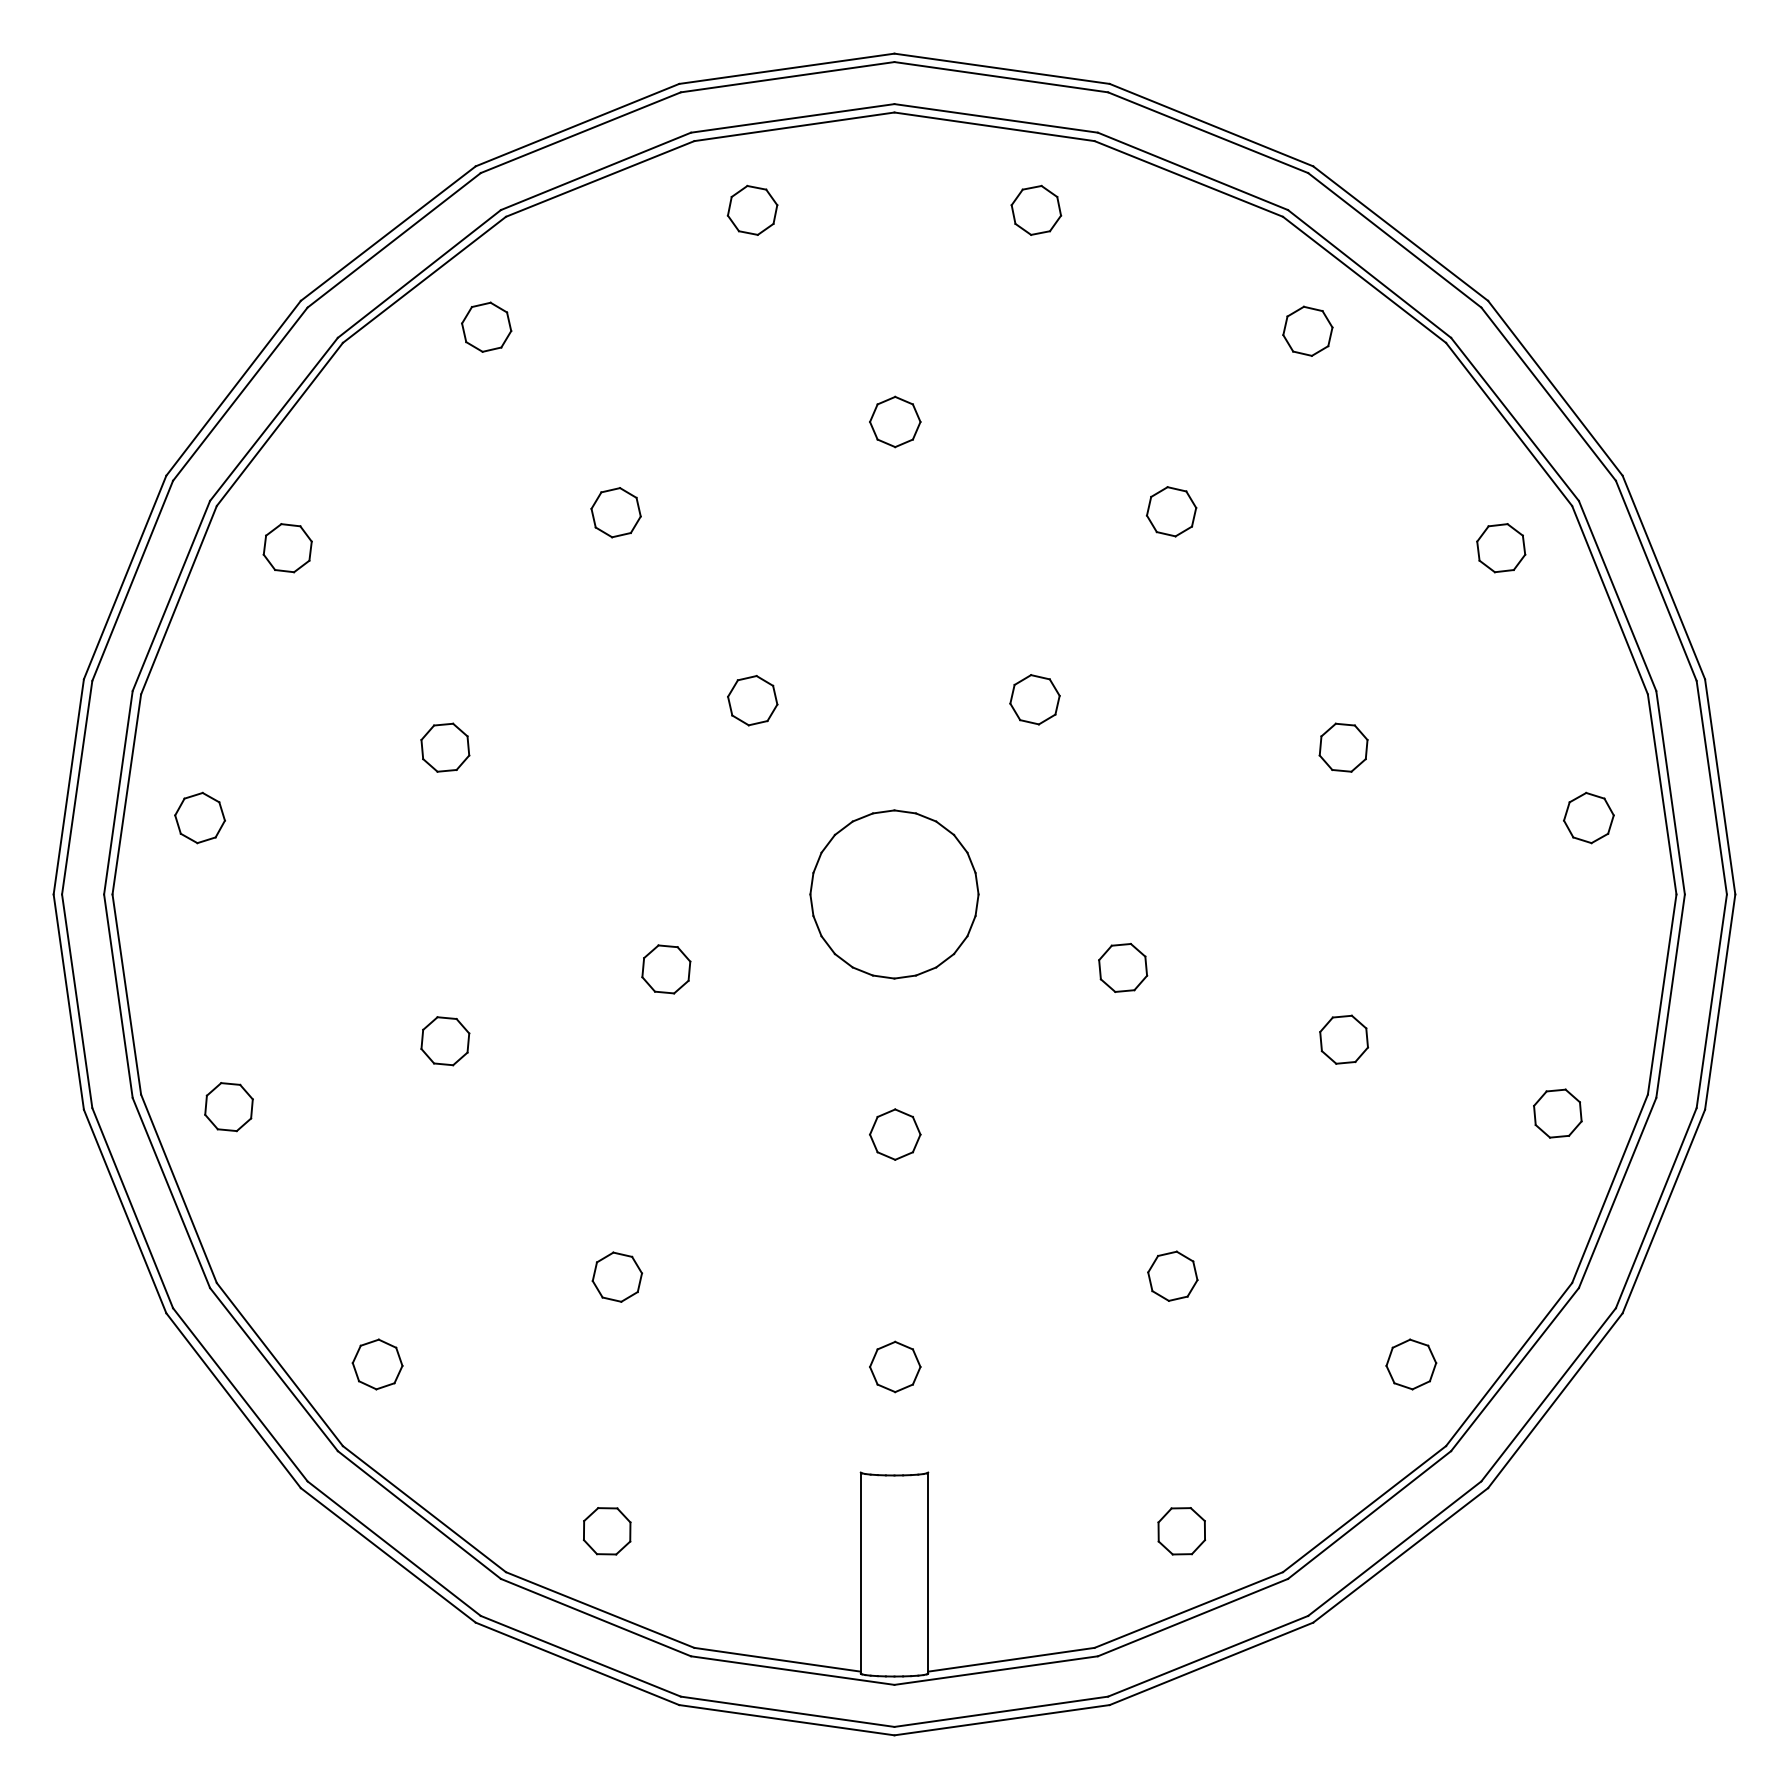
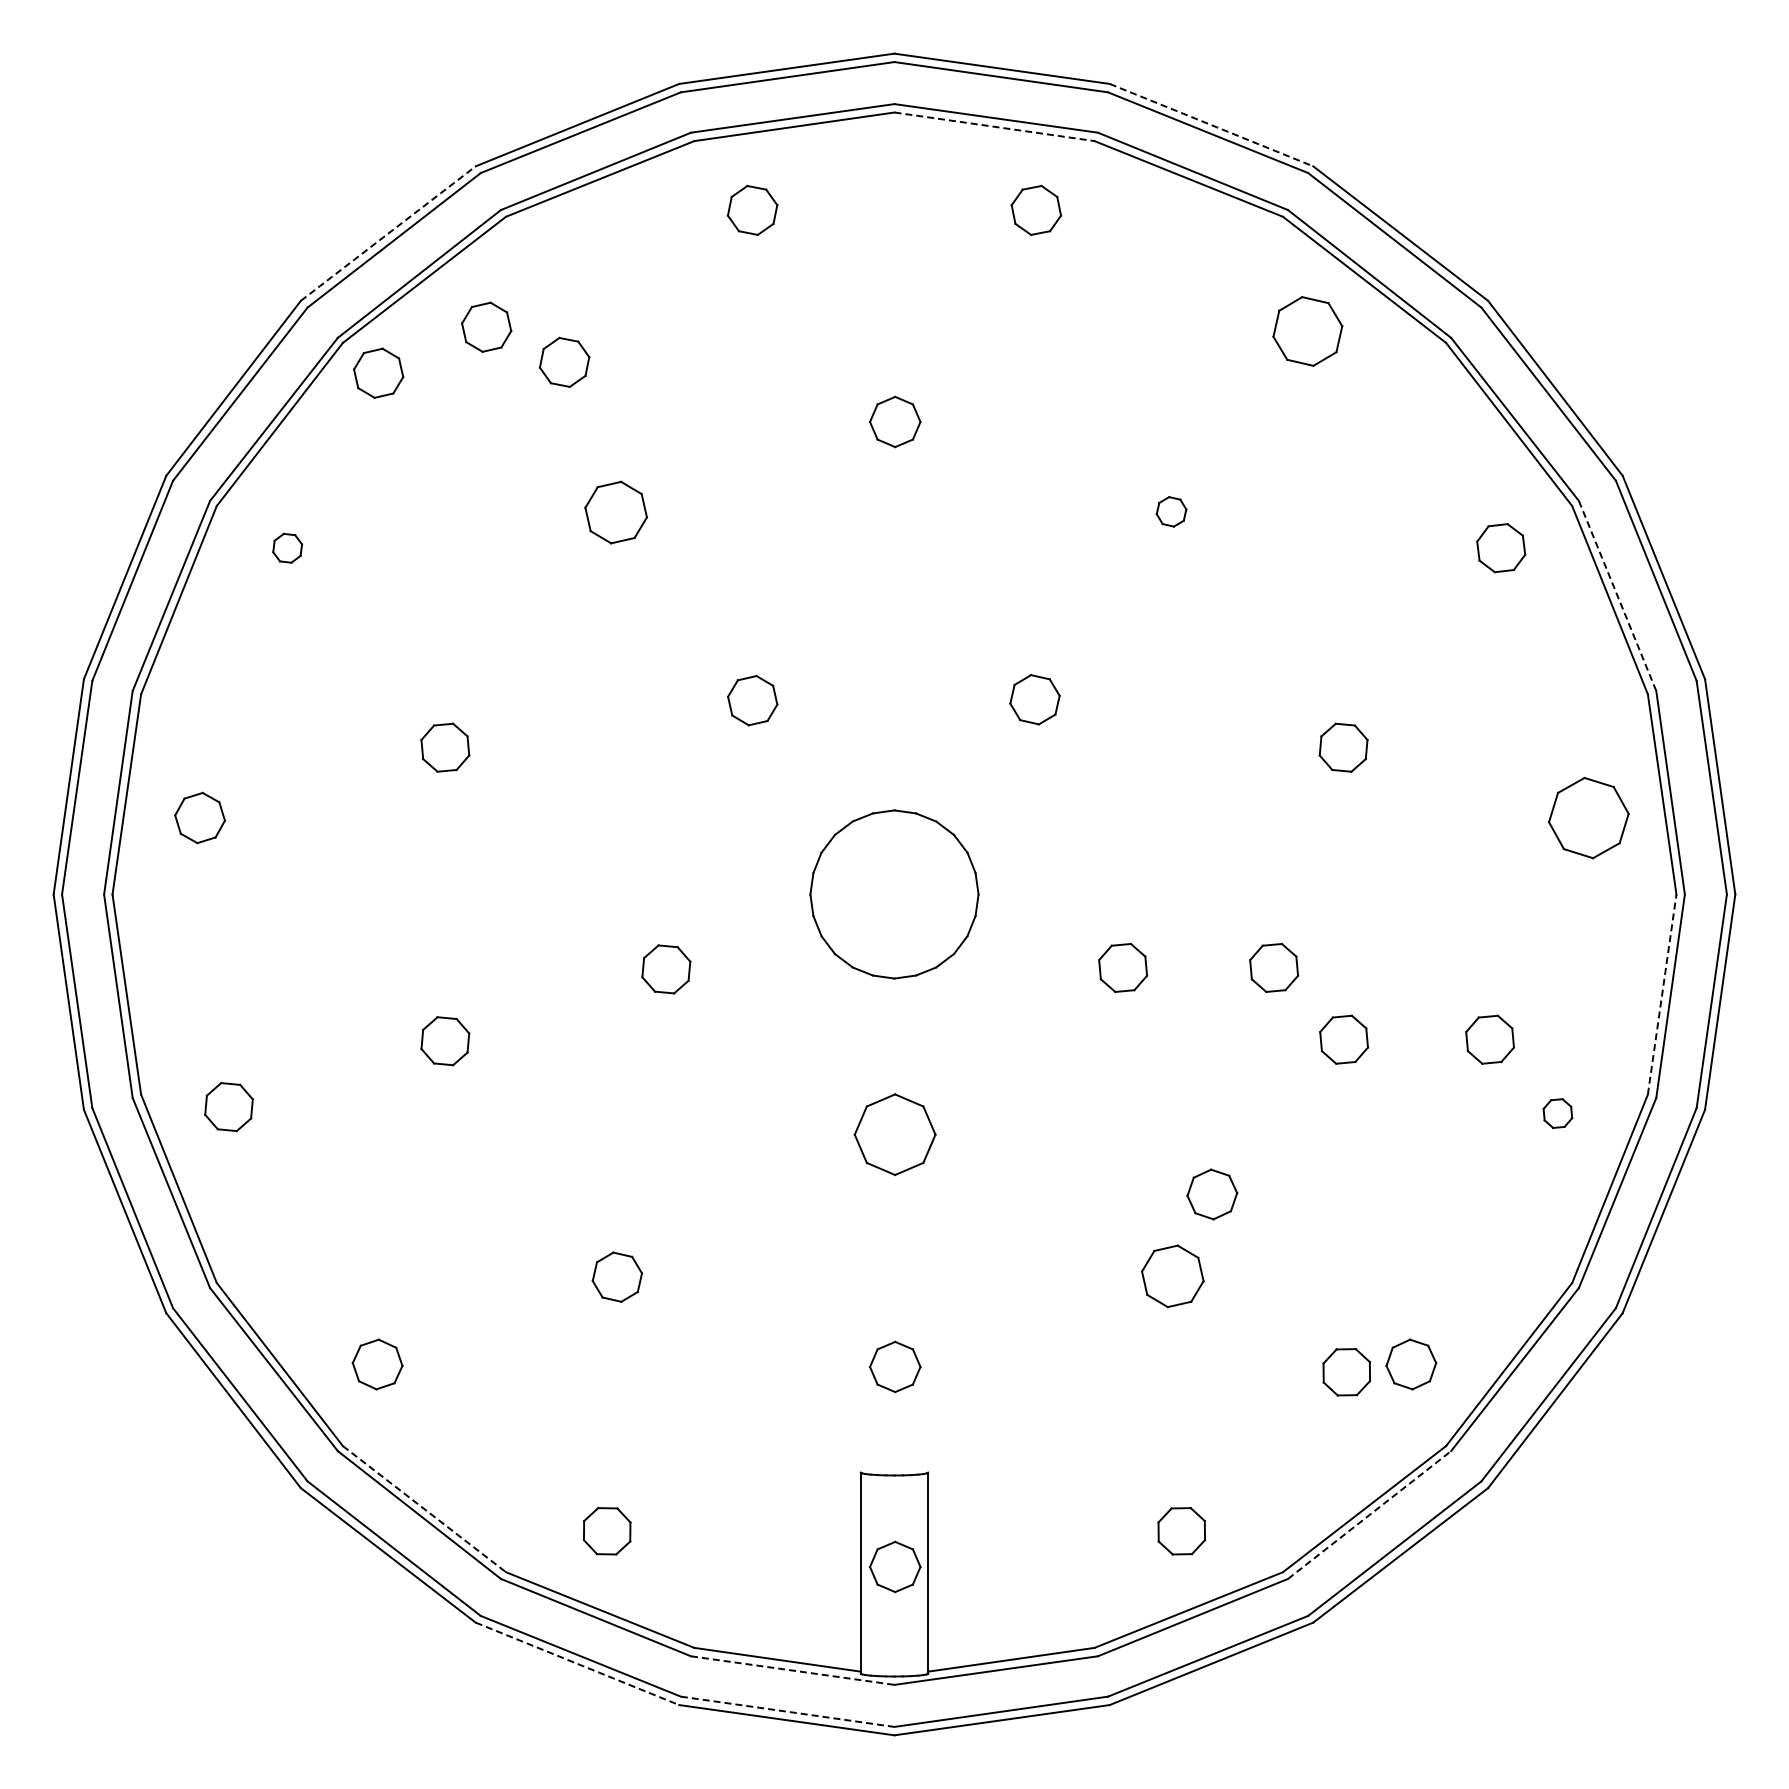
line at (1211, 125): solid -> dashed
line at (995, 126): solid -> dashed
line at (388, 233): solid -> dashed
part at (1307, 330) size: 52x52 px -> 72x71 px
part at (564, 361): none -> present
part at (378, 372): none -> present
part at (1171, 511) size: 53x52 px -> 33x32 px
part at (615, 512) size: 52x52 px -> 64x65 px
part at (287, 548) size: 51x51 px -> 32x32 px
line at (1617, 596): solid -> dashed
part at (1588, 817) size: 52x54 px -> 82x84 px
part at (1274, 967): none -> present
line at (1662, 994): solid -> dashed
part at (1490, 1039): none -> present
part at (1557, 1113) size: 50x51 px -> 32x31 px
part at (895, 1134) size: 53x53 px -> 84x84 px
part at (1212, 1194): none -> present
part at (1172, 1275) size: 52x52 px -> 64x65 px
part at (1346, 1372): none -> present
line at (424, 1509): solid -> dashed
line at (1369, 1515): solid -> dashed
part at (895, 1566): none -> present
line at (577, 1663): solid -> dashed
line at (792, 1670): solid -> dashed
line at (787, 1711): solid -> dashed
